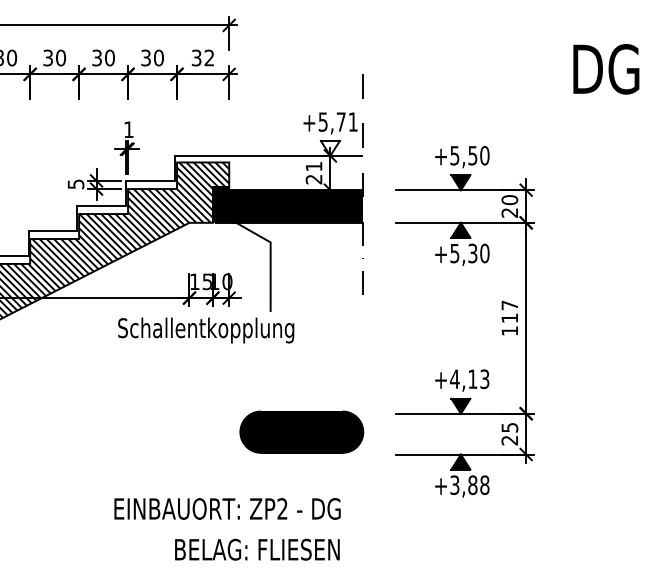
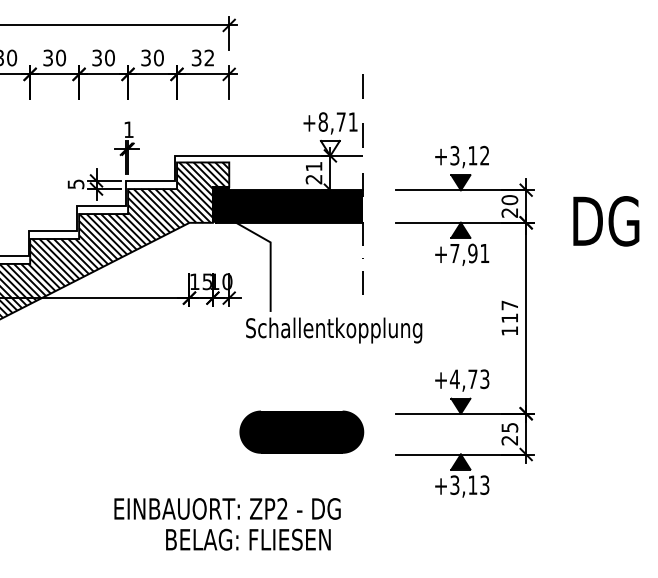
text at (606, 69) position: (606, 69) -> (606, 221)
text at (322, 121): +5,71 -> +8,71
text at (469, 155): +5,50 -> +3,12
text at (469, 253): +5,30 -> +7,91
text at (206, 330) position: (206, 330) -> (334, 330)
text at (472, 378): +4,13 -> +4,73
text at (478, 484): +3,88 -> +3,13
text at (257, 549) position: (257, 549) -> (248, 539)
